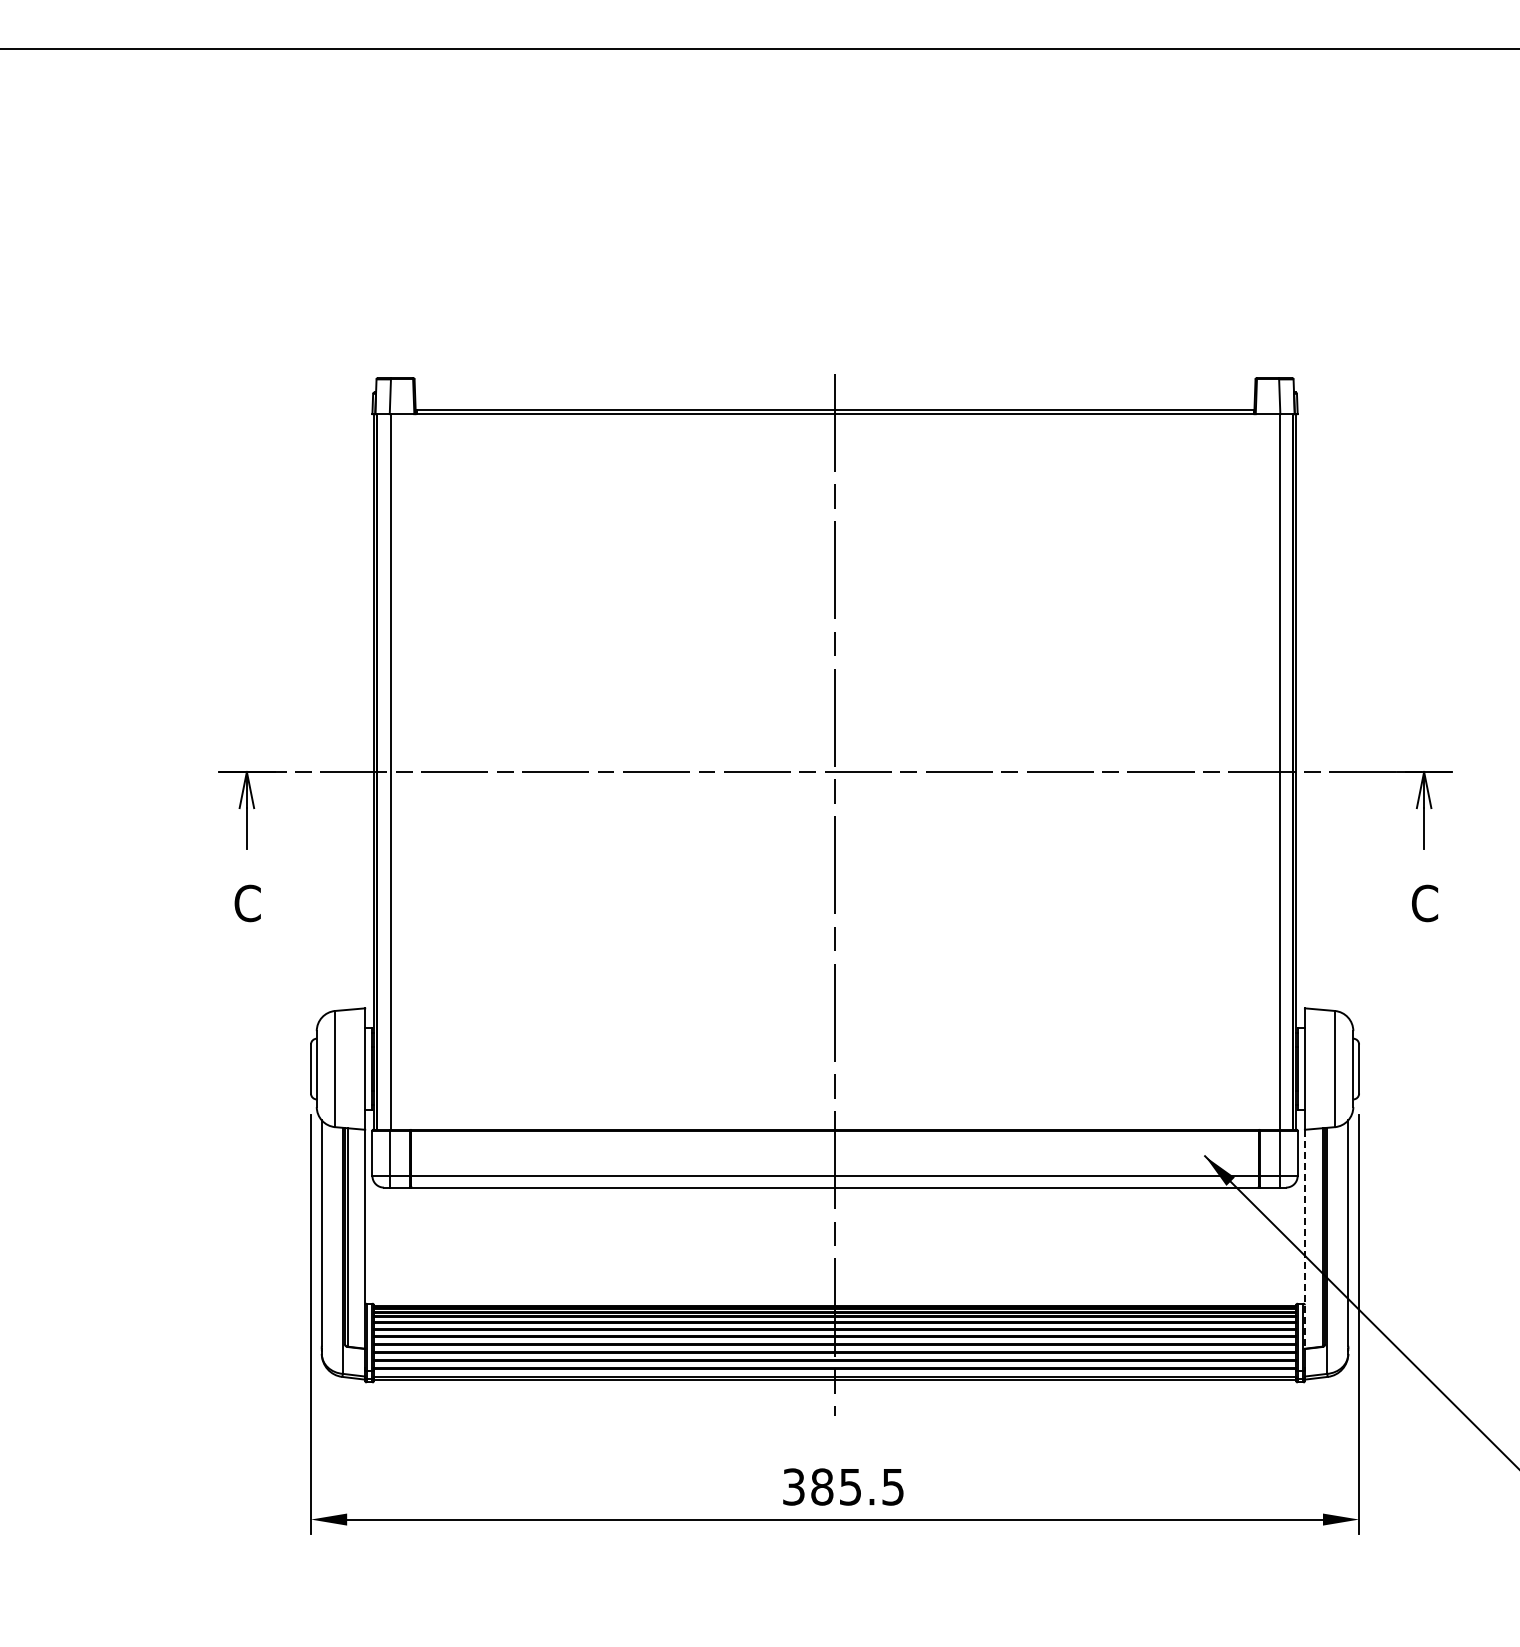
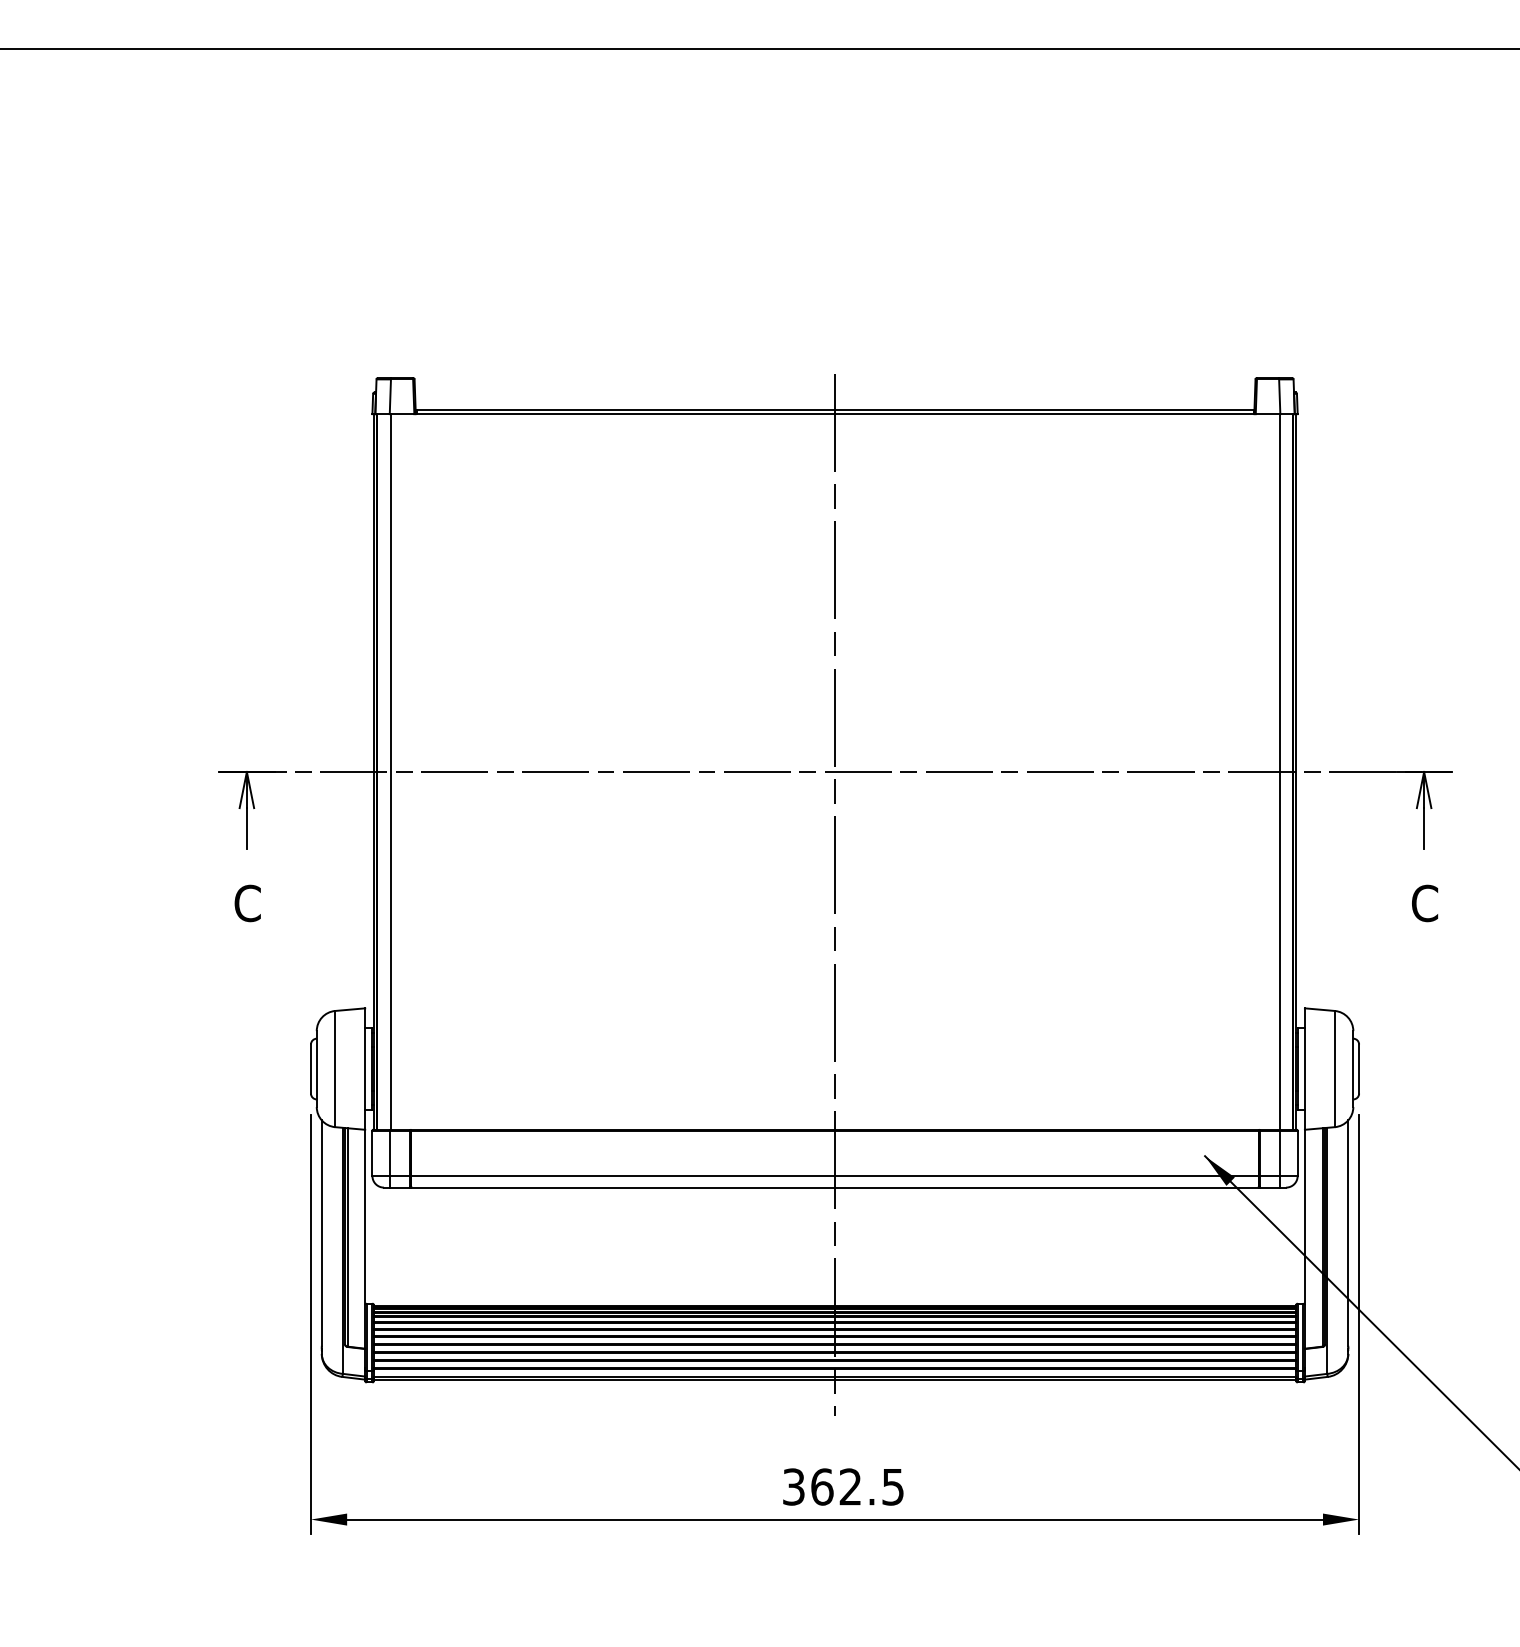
line at (1304, 1239): dashed -> solid
text at (835, 1486): 385.5 -> 362.5
